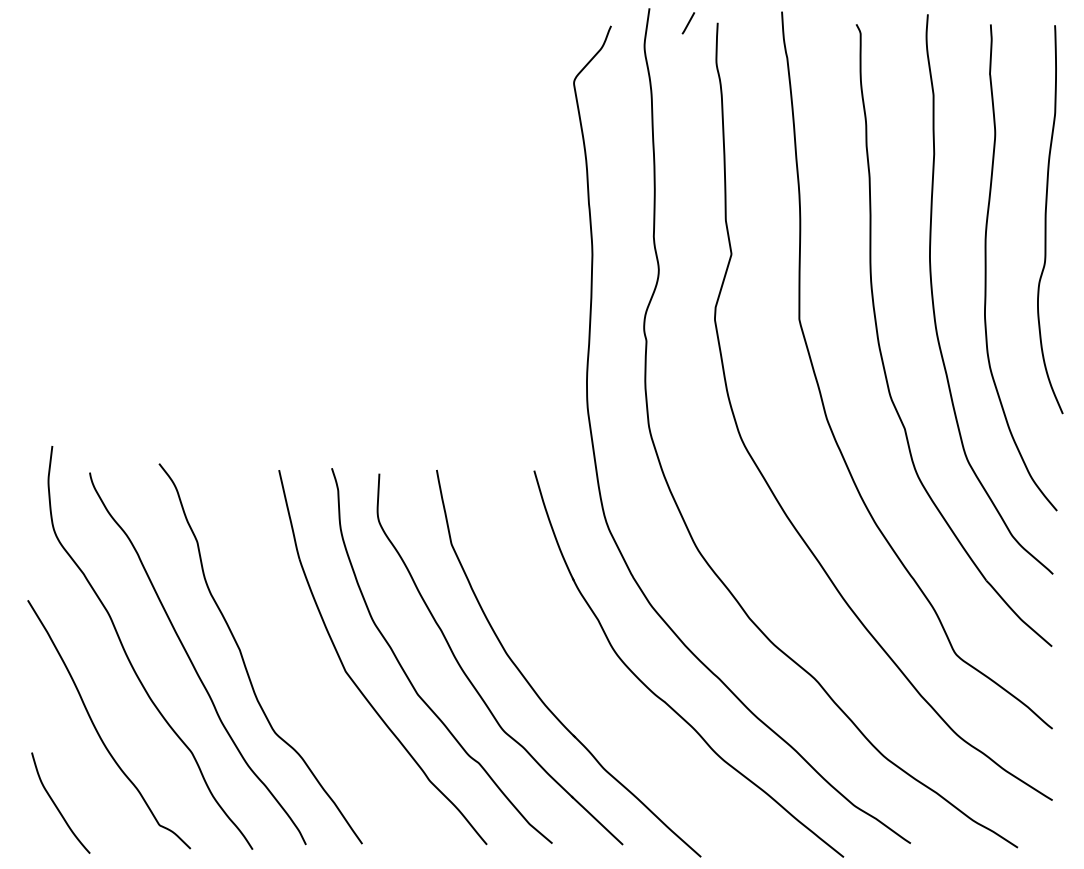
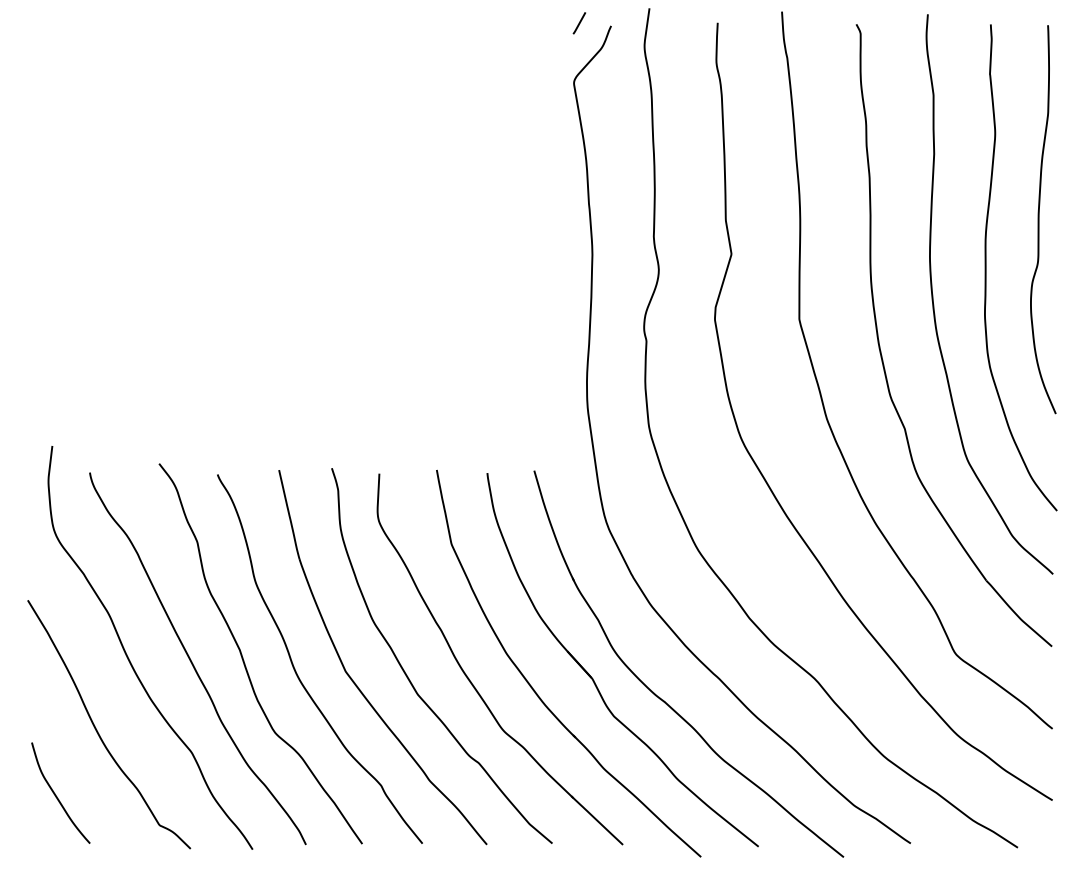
line at (687, 23) position: (687, 23) -> (578, 23)
curve at (1046, 219) position: (1046, 219) -> (1039, 219)
curve at (295, 668): none -> present
part at (593, 678): none -> present
curve at (56, 805) position: (56, 805) -> (56, 795)
